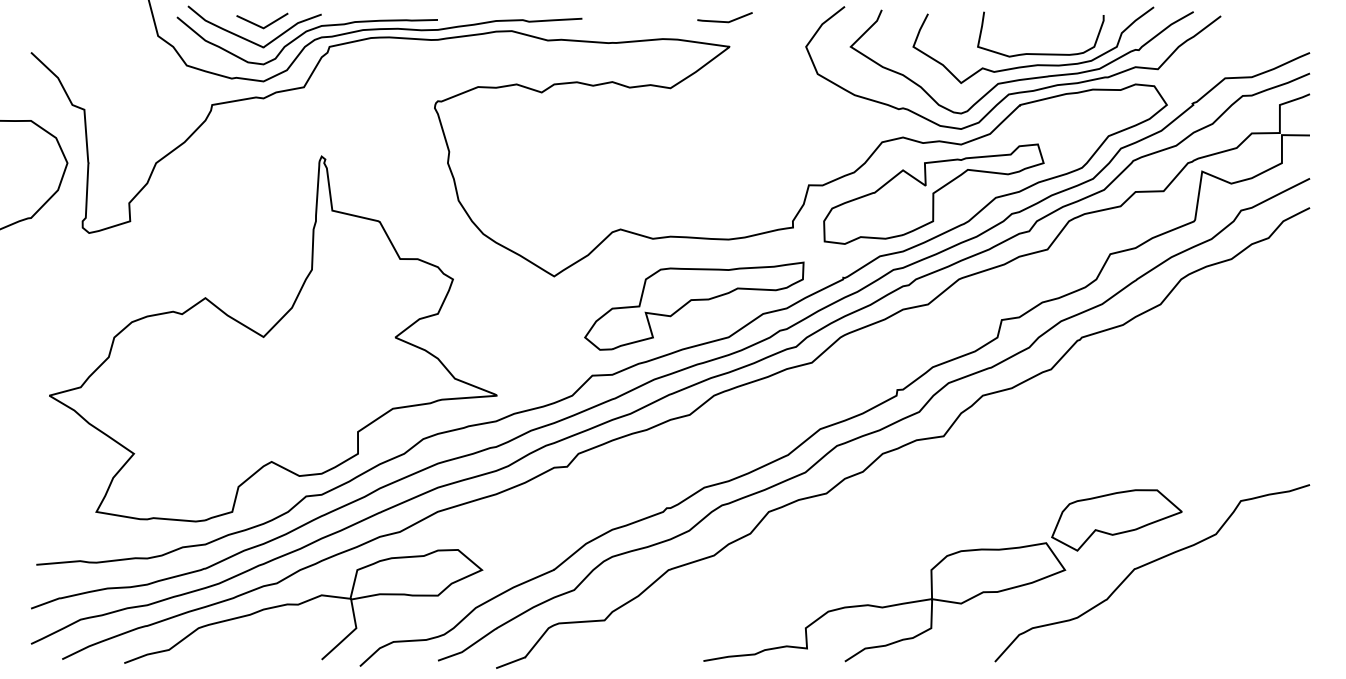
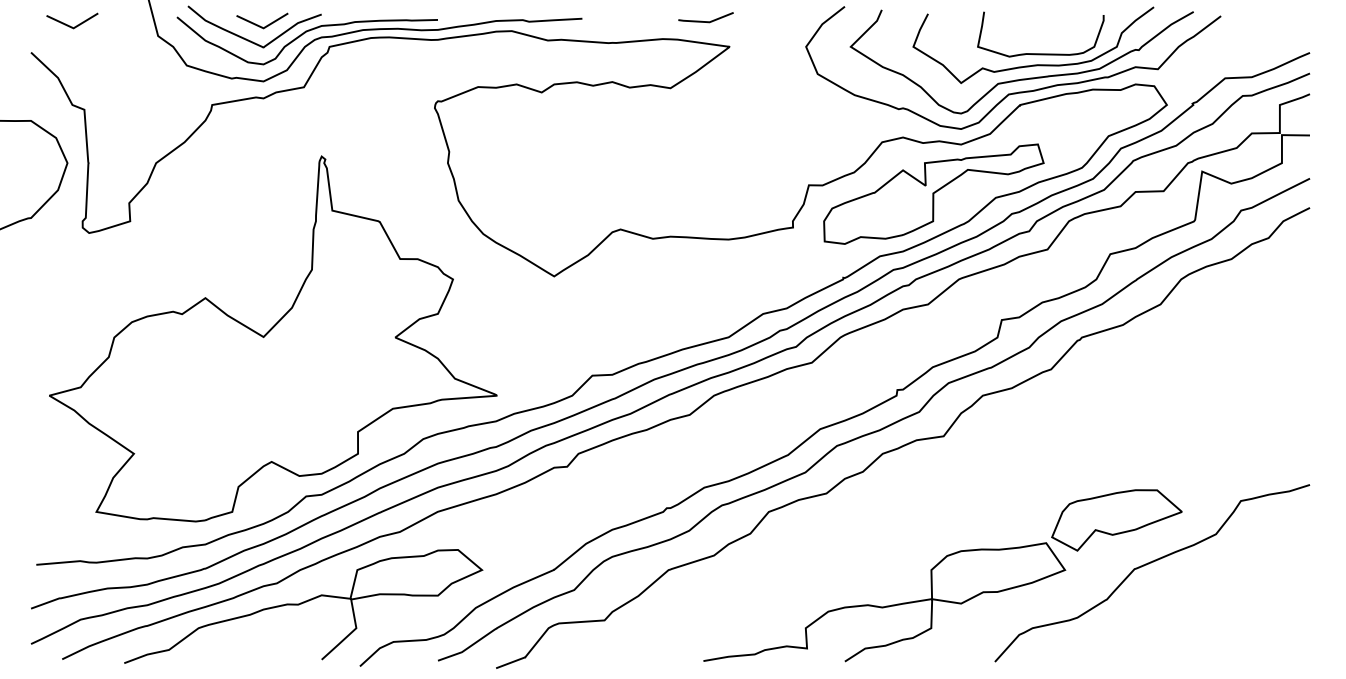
line at (724, 21) position: (724, 21) -> (705, 21)
line at (70, 25): none -> present
part at (694, 305): present -> none
